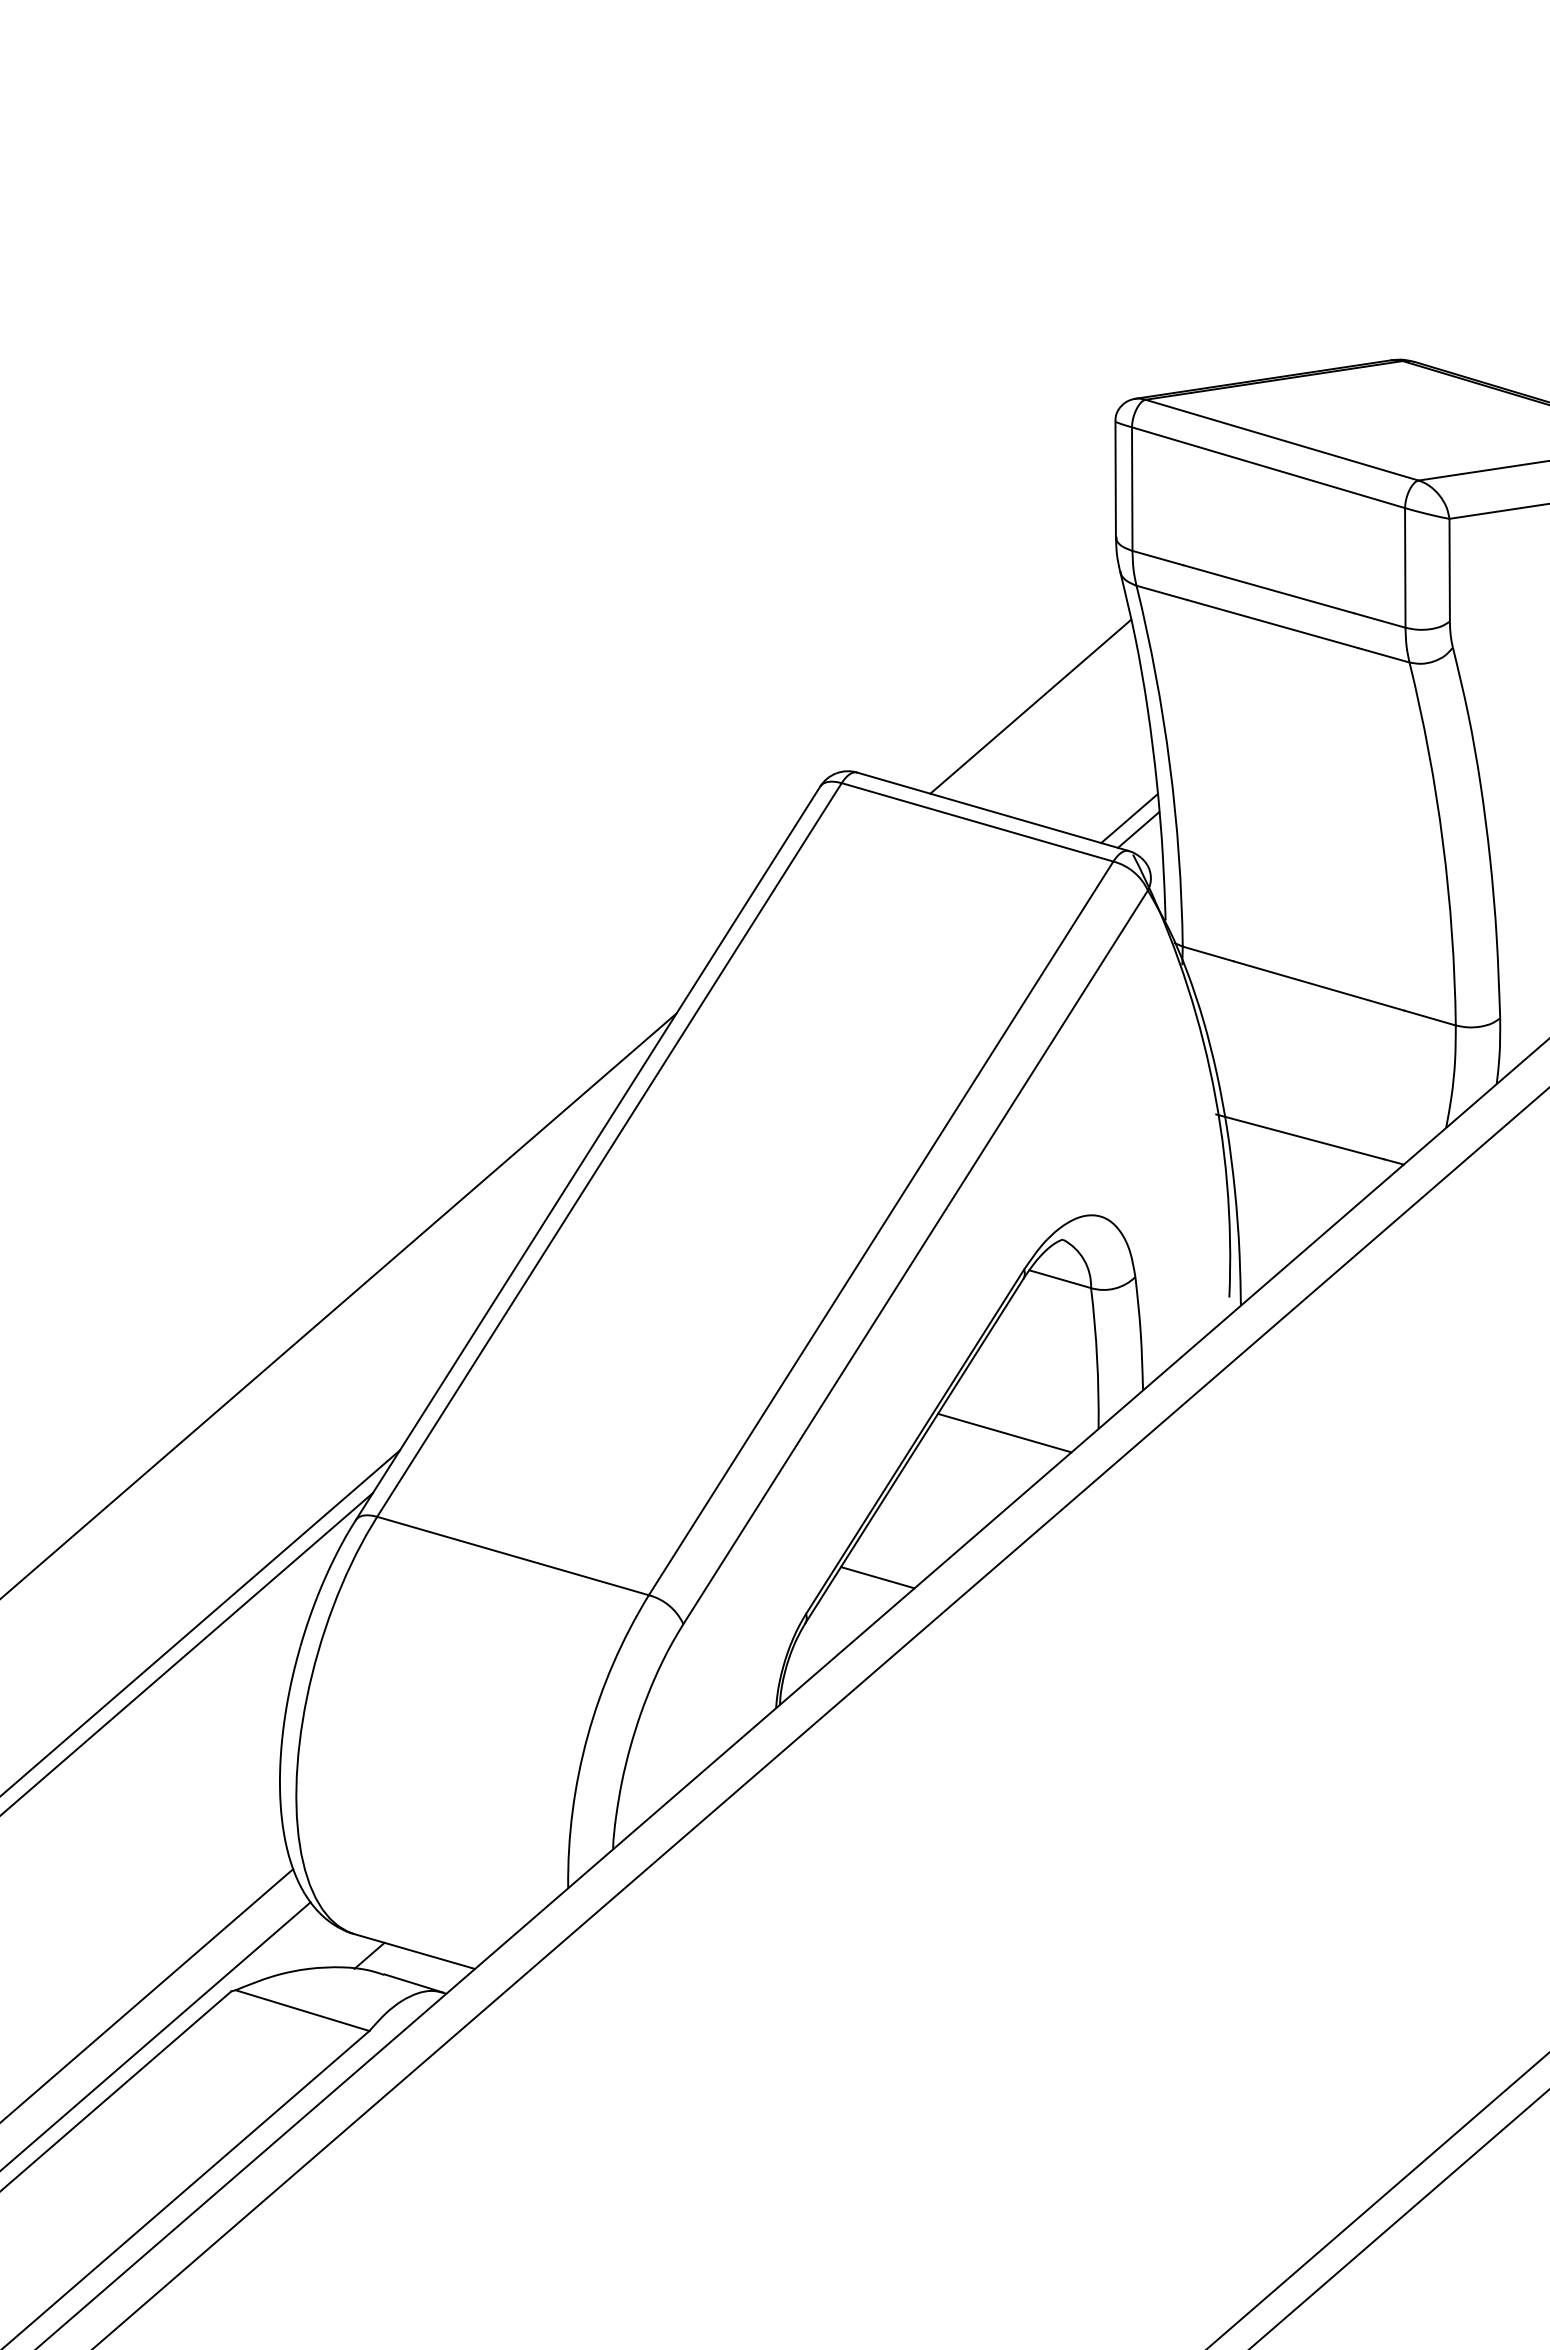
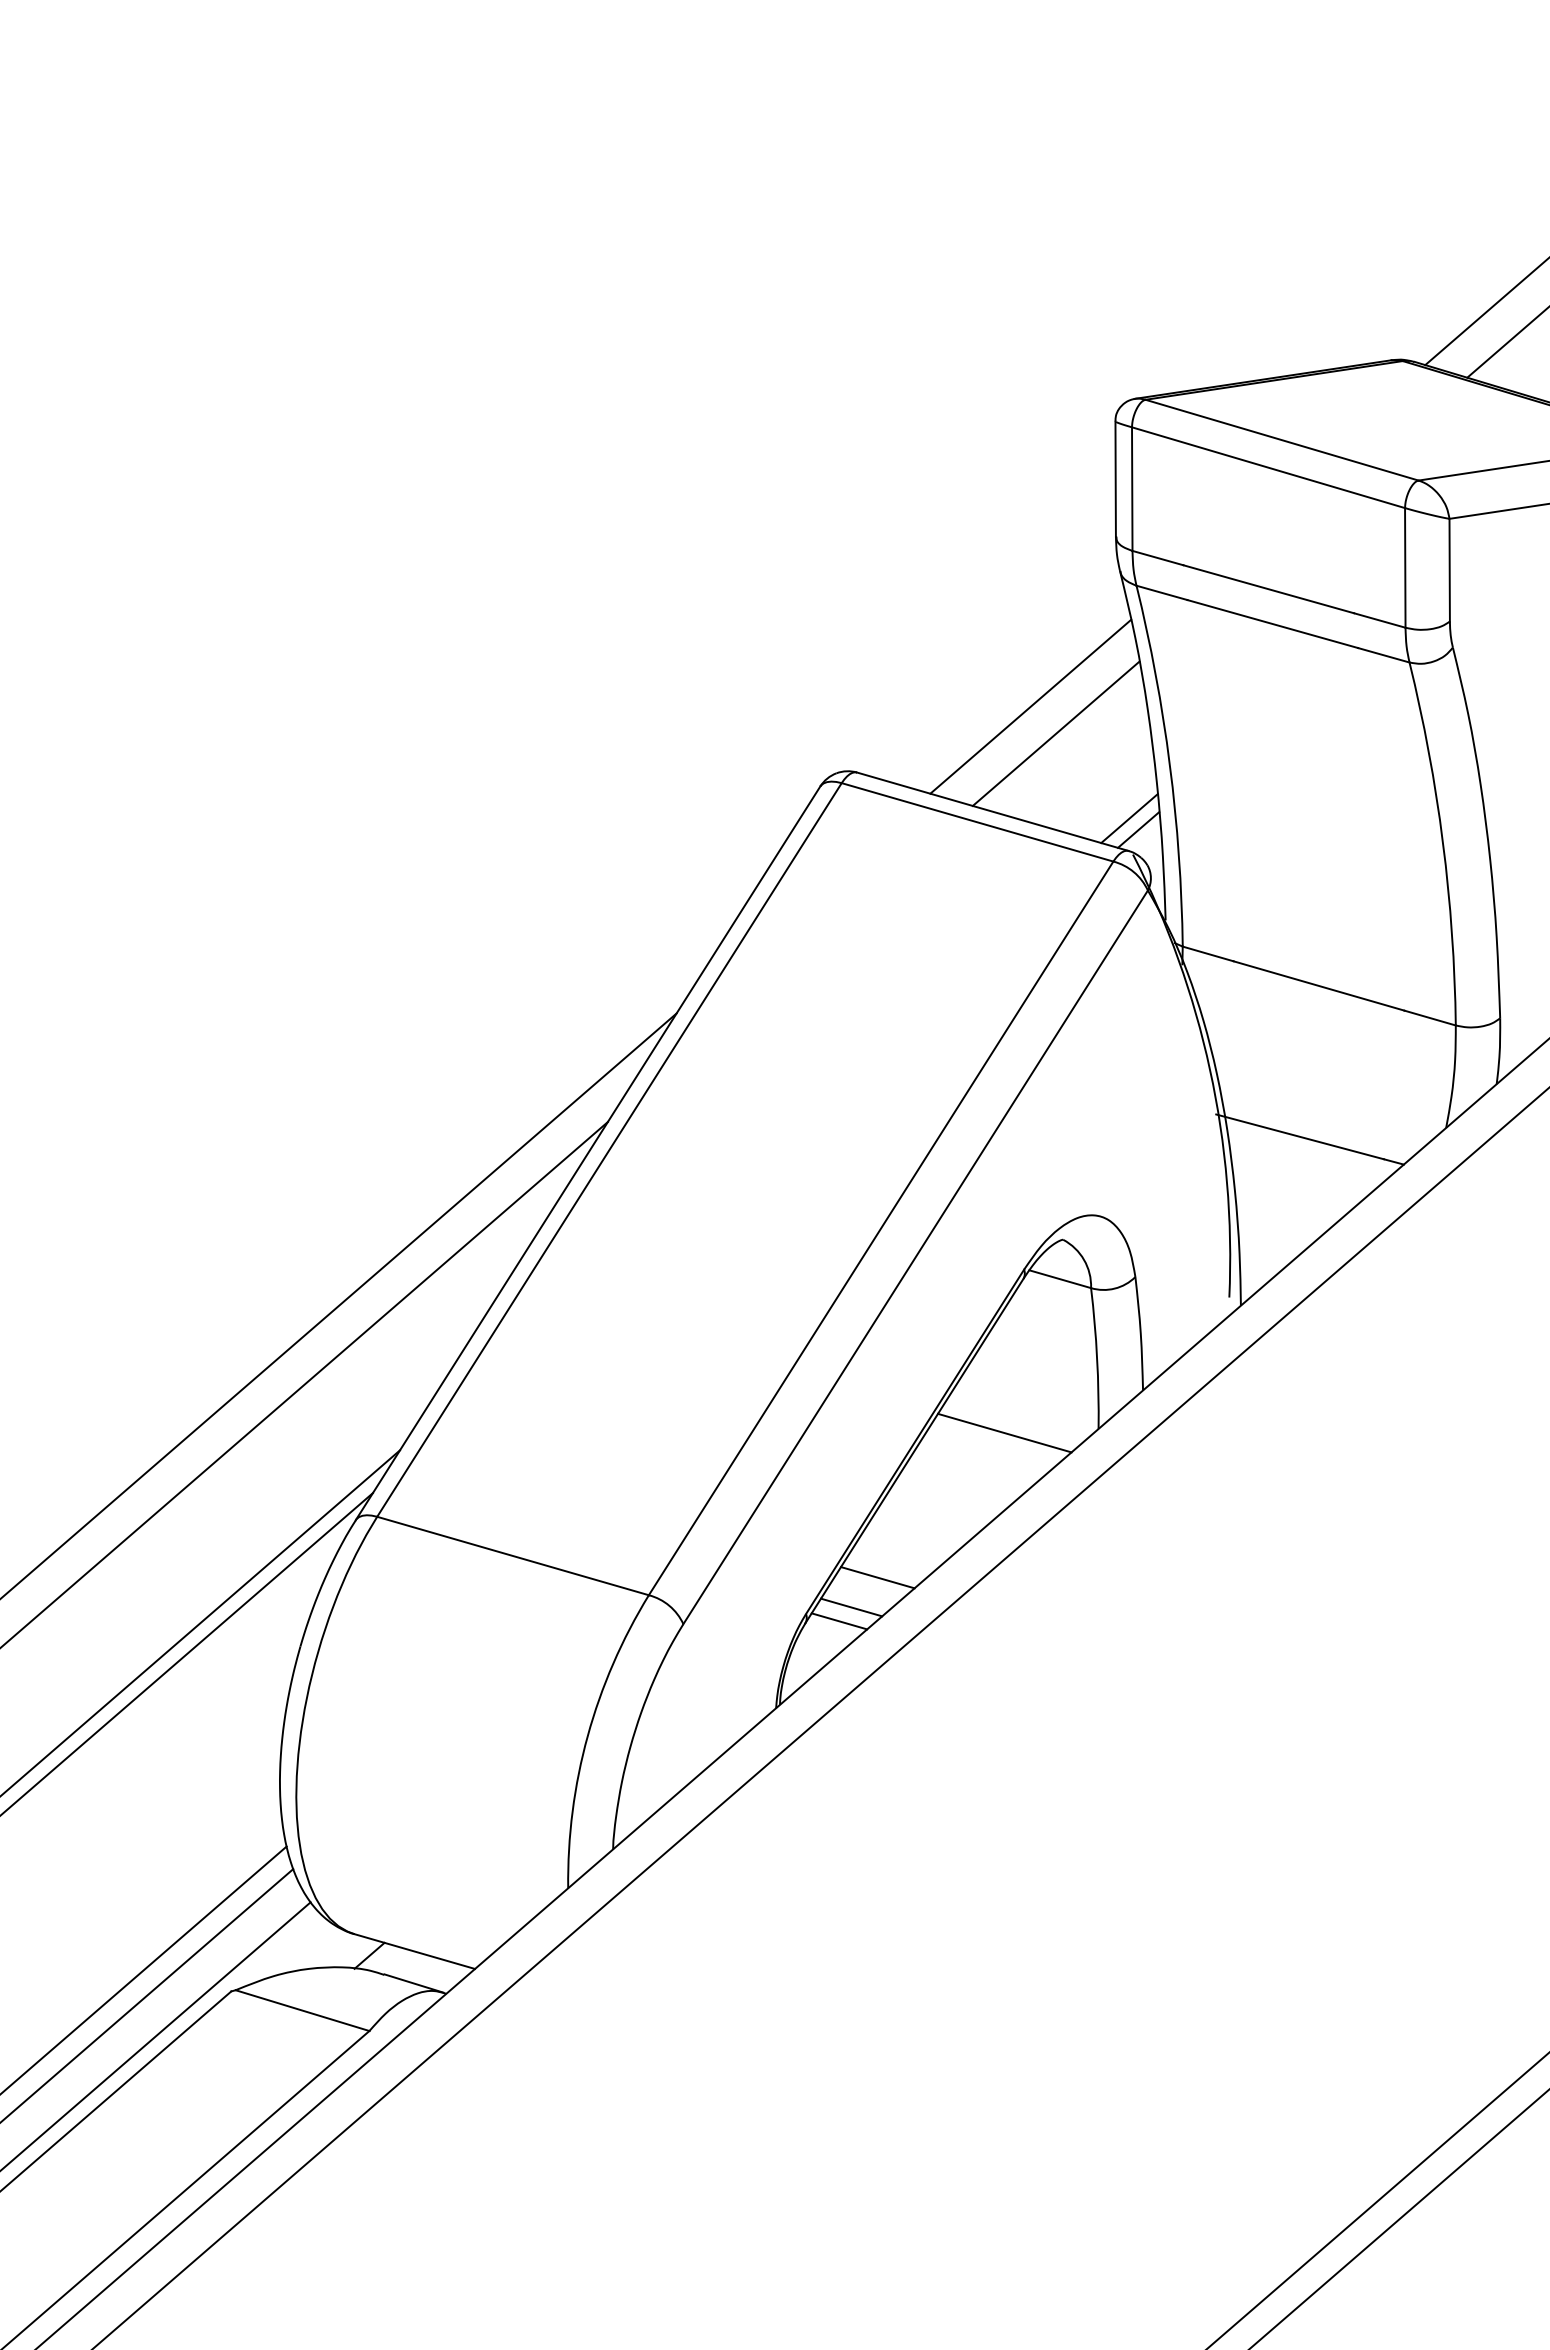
line at (1485, 312): none -> present
line at (1506, 342): none -> present
line at (1055, 733): none -> present
line at (304, 1384): none -> present
line at (851, 1607): none -> present
line at (839, 1621): none -> present
line at (144, 1969): none -> present
